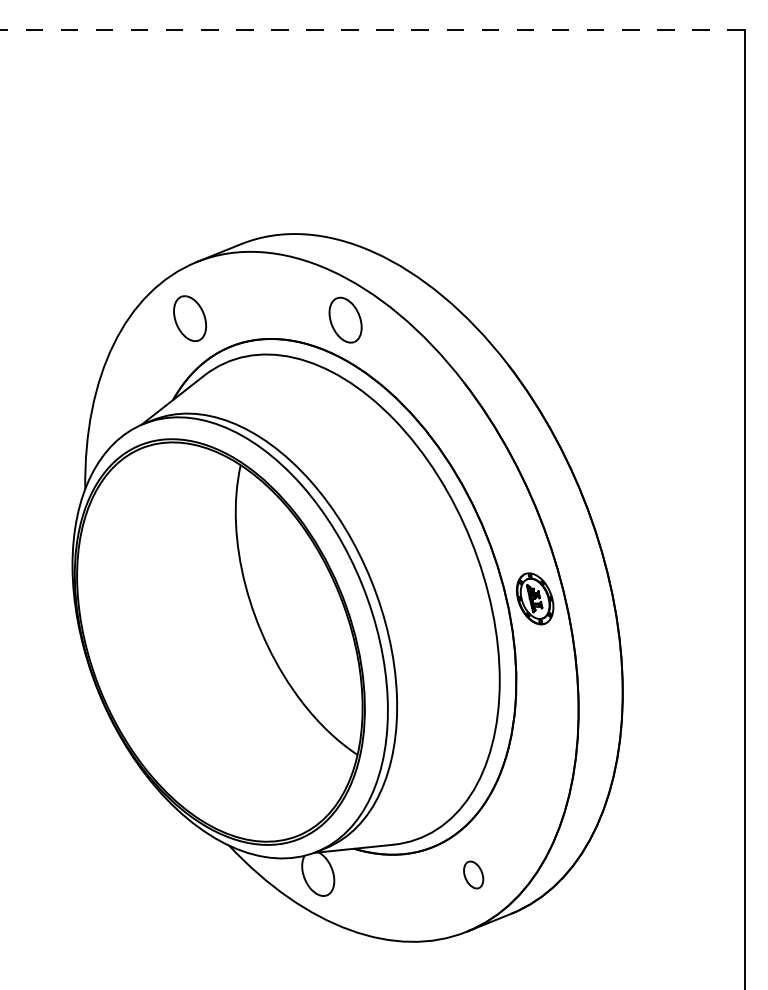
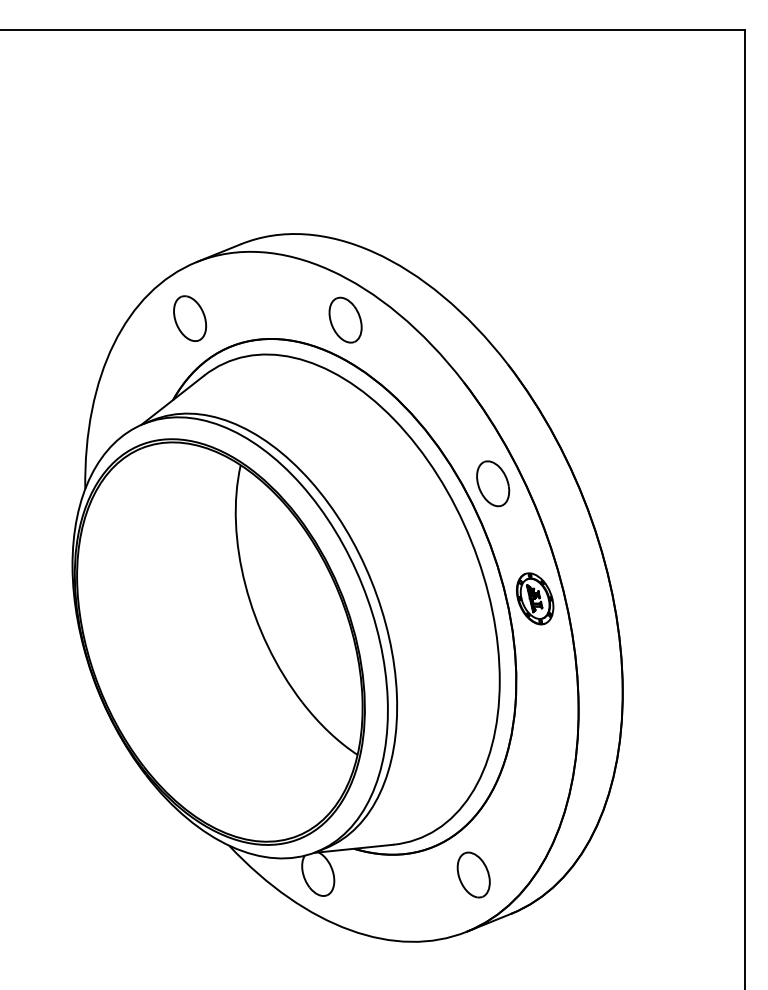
line at (372, 29): dashed -> solid
part at (493, 483): none -> present
part at (473, 874) size: 22x30 px -> 35x48 px
